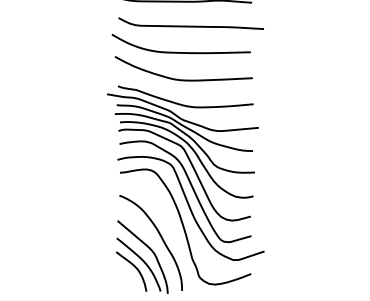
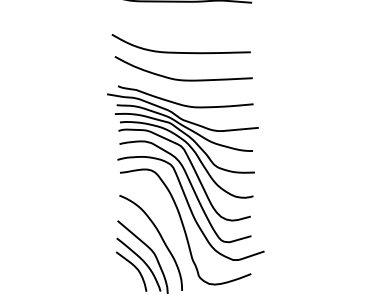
curve at (190, 25): present -> none
